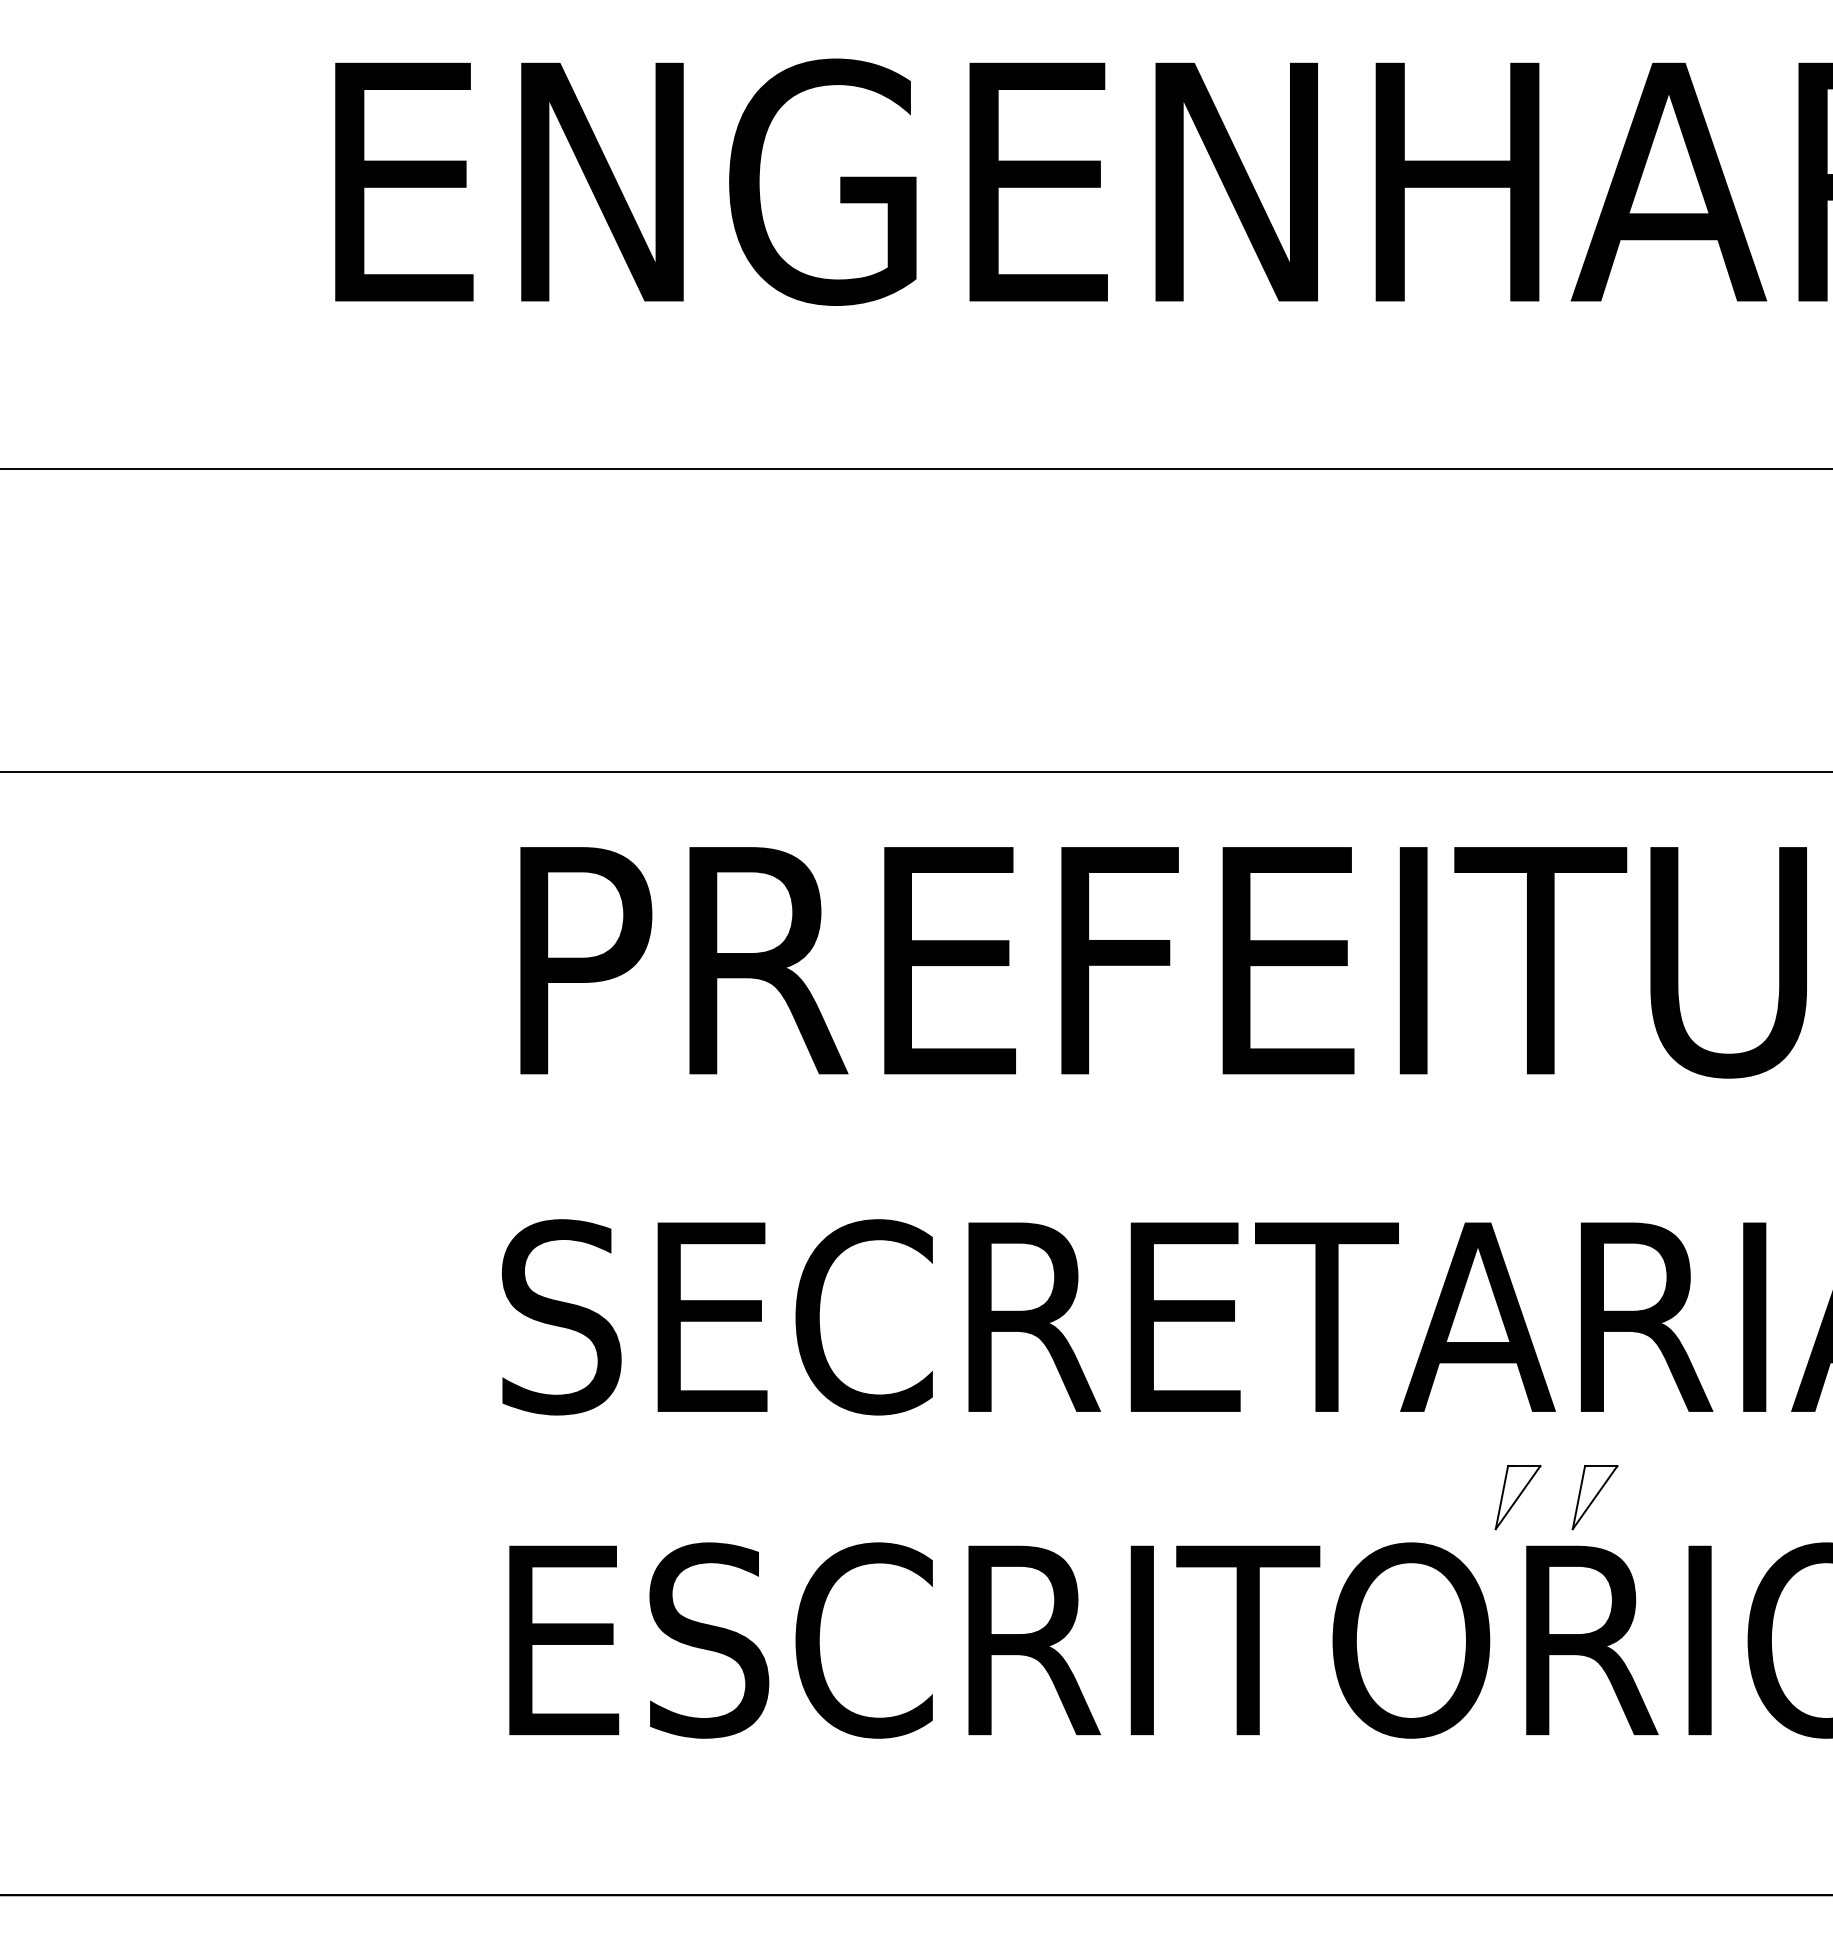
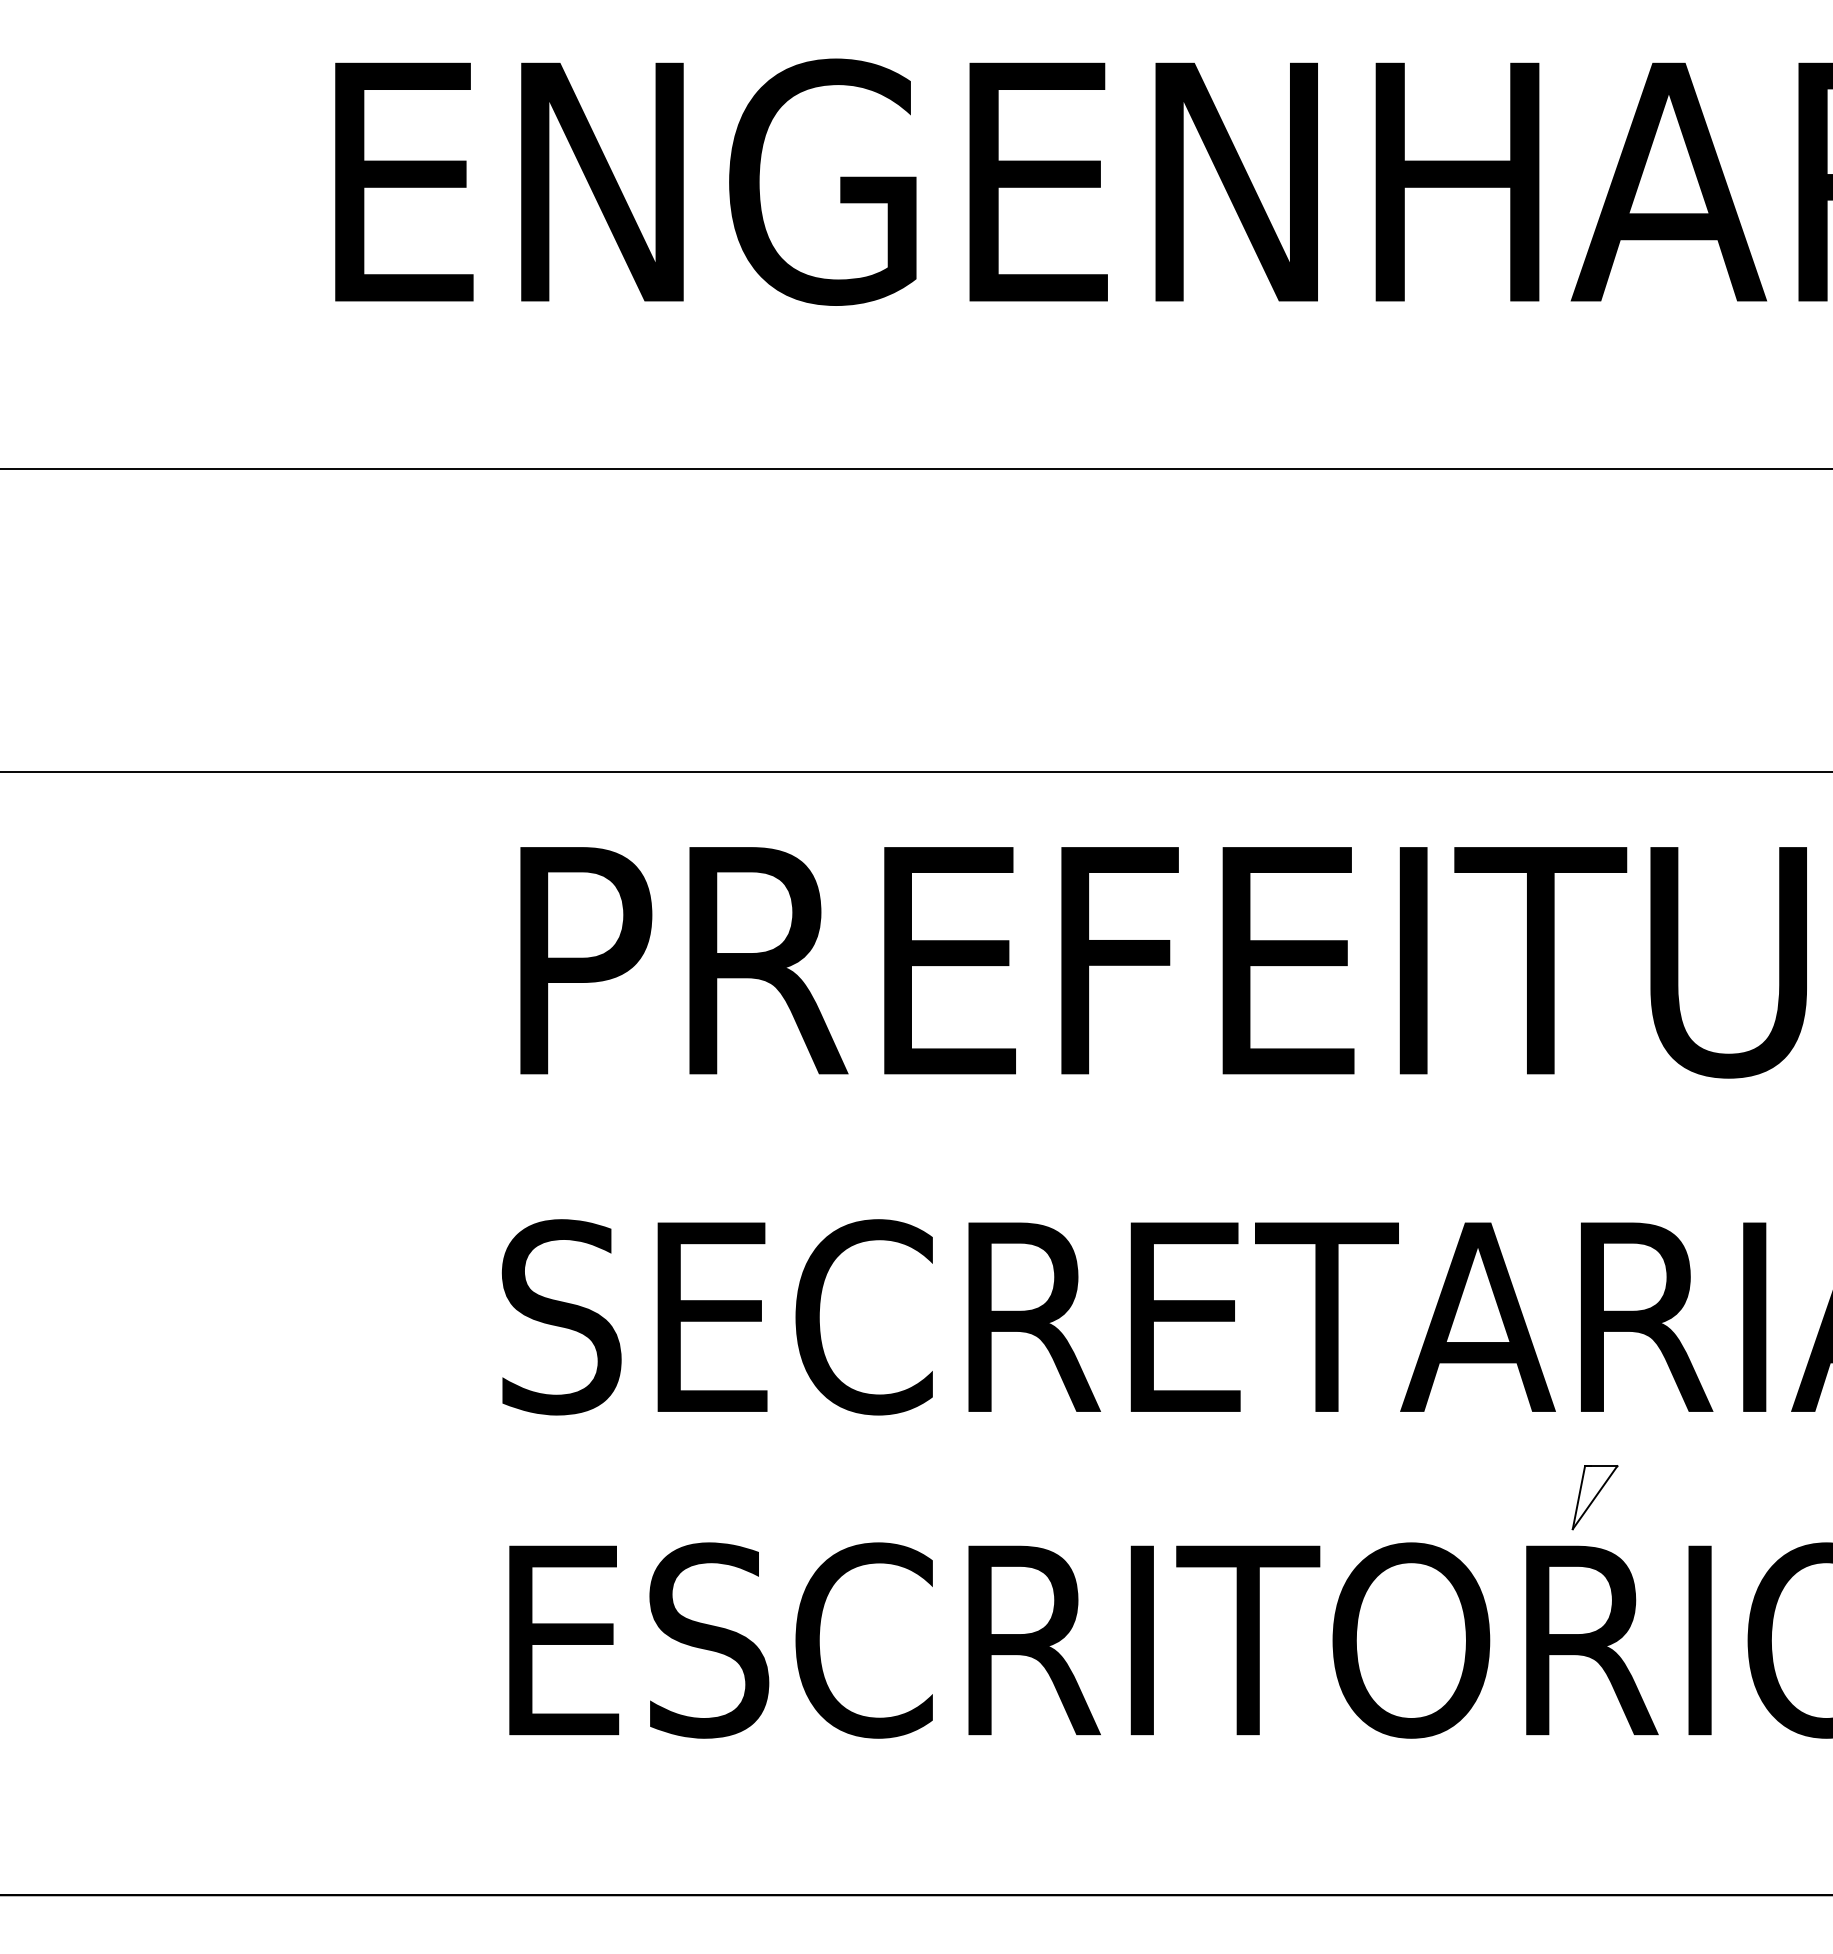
part at (1517, 1497): present -> none
